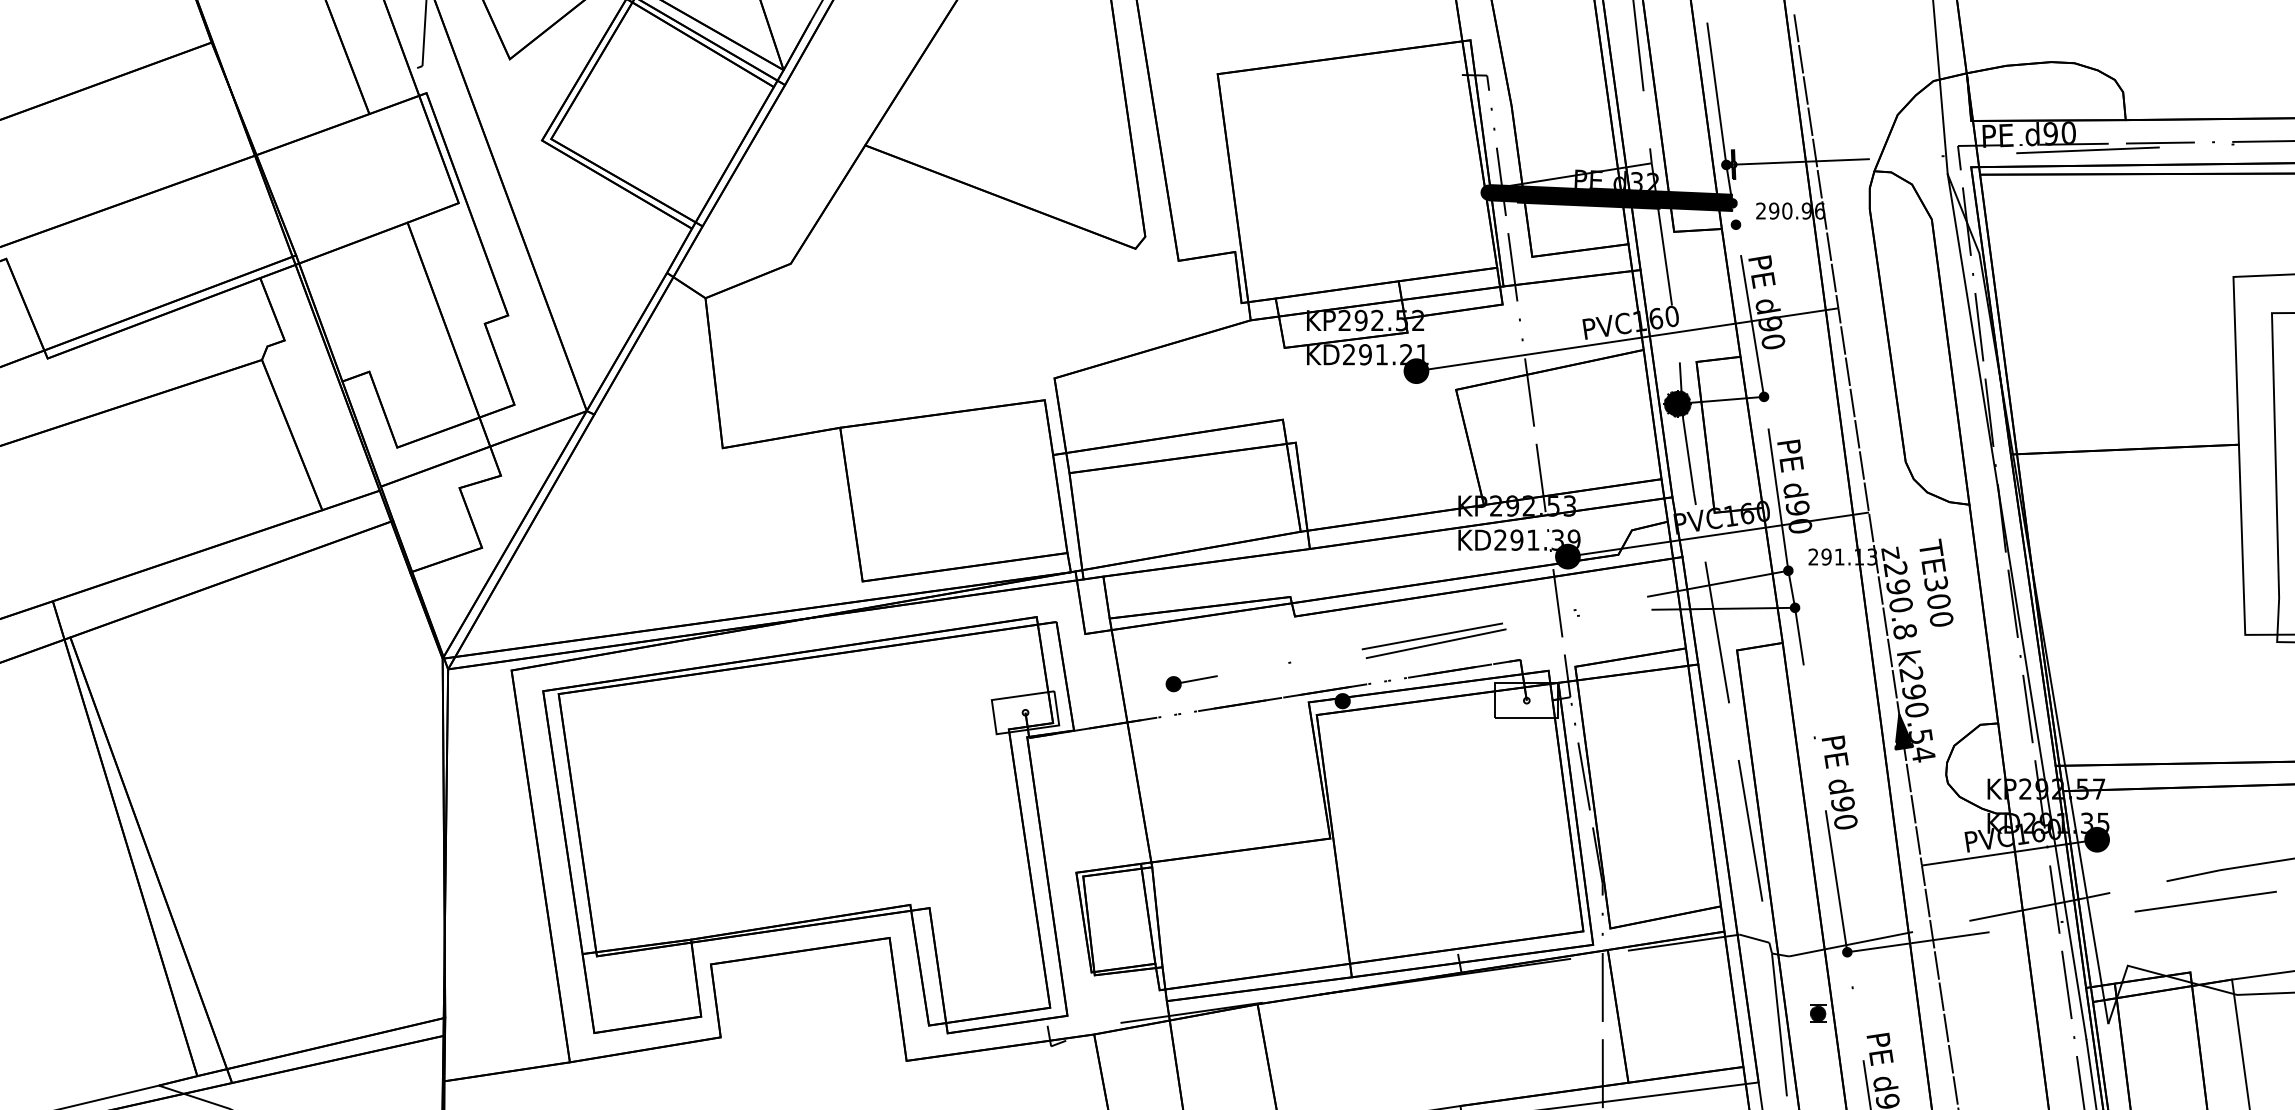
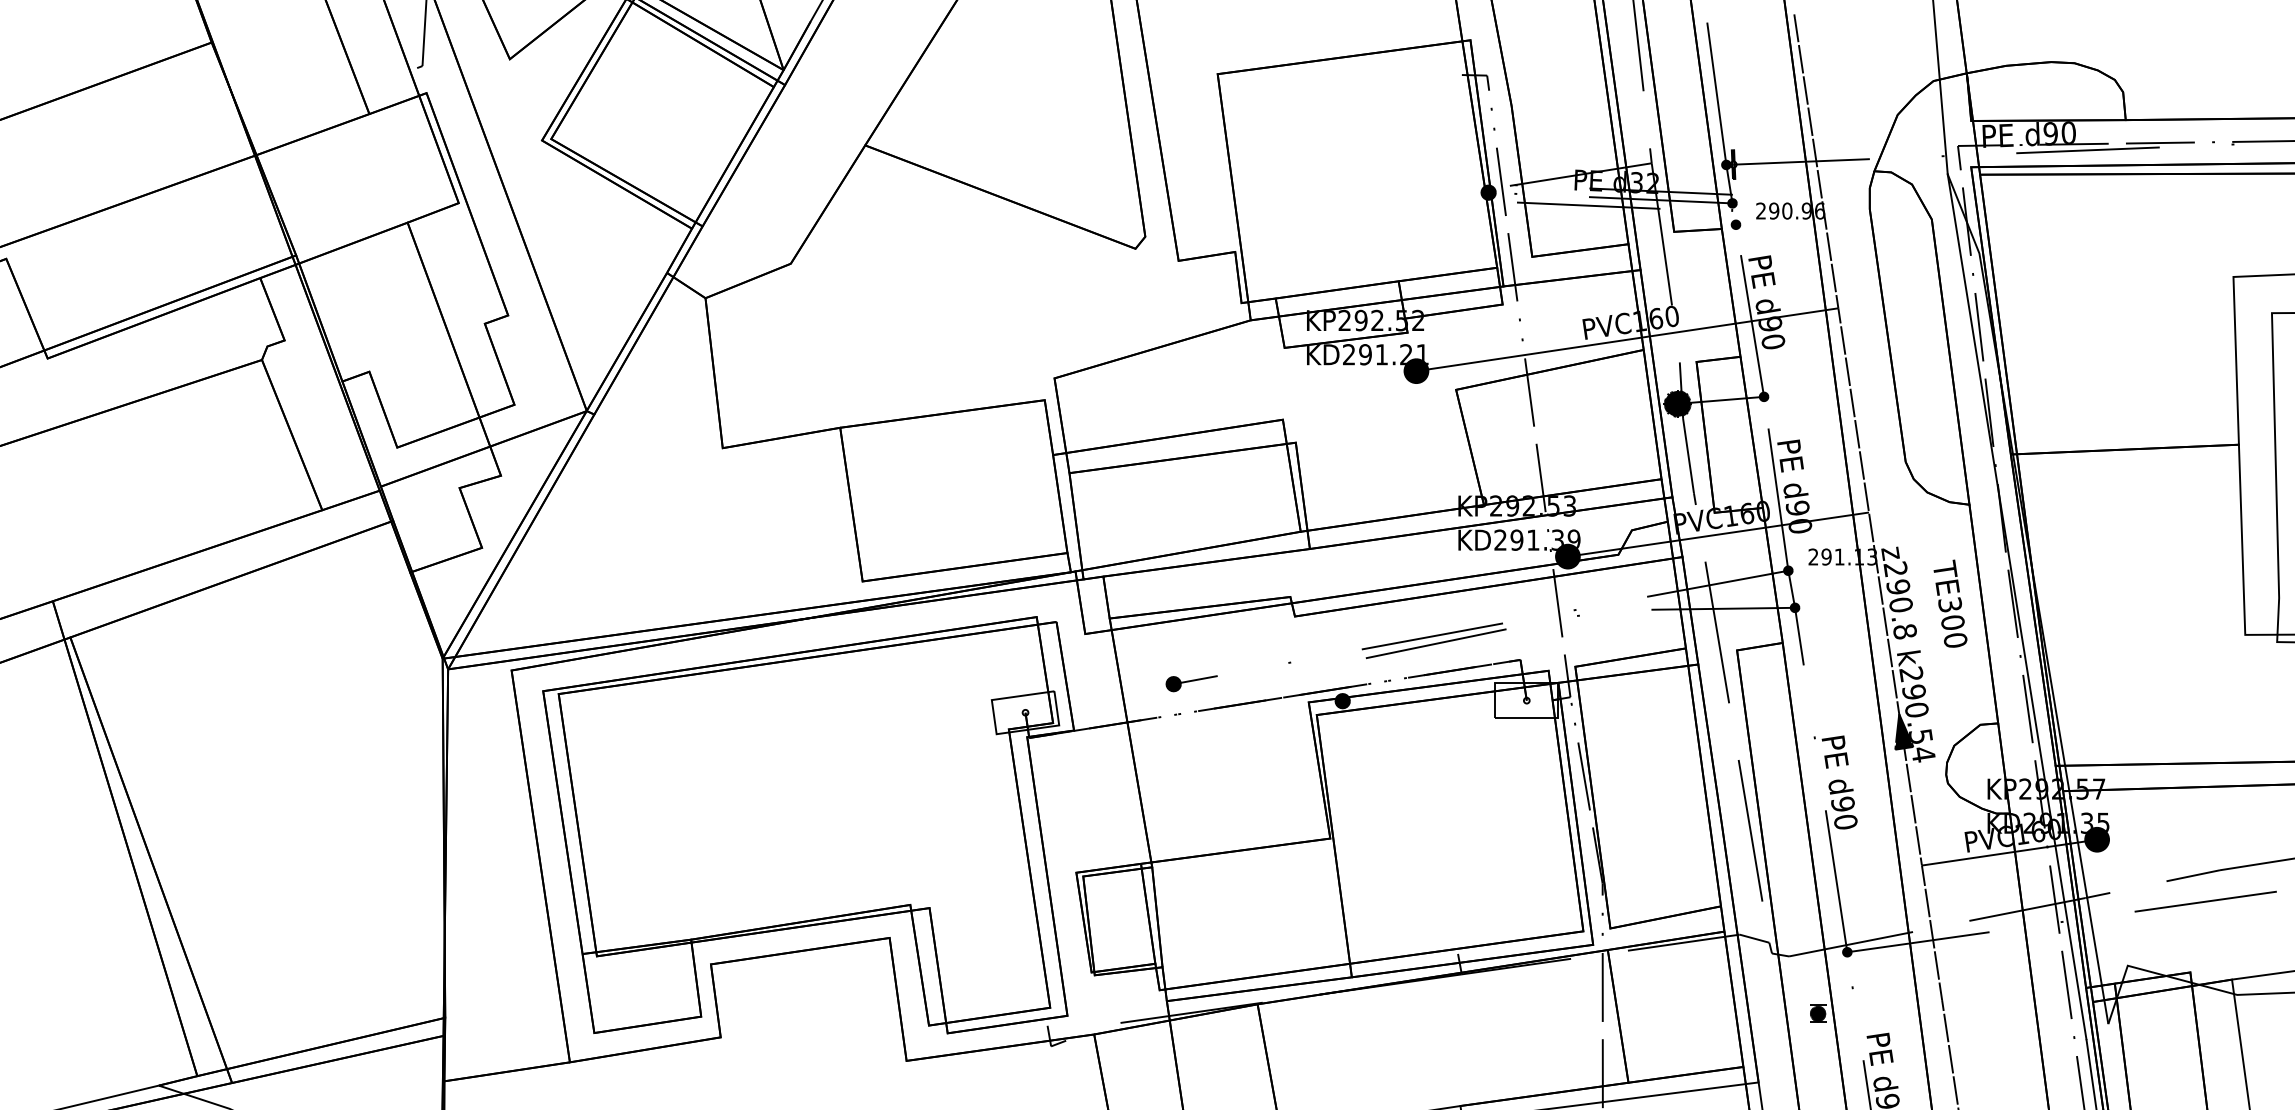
fill at (1610, 197): present -> none
text at (1936, 582) position: (1936, 582) -> (1950, 603)
line at (1780, 1029): present -> none
